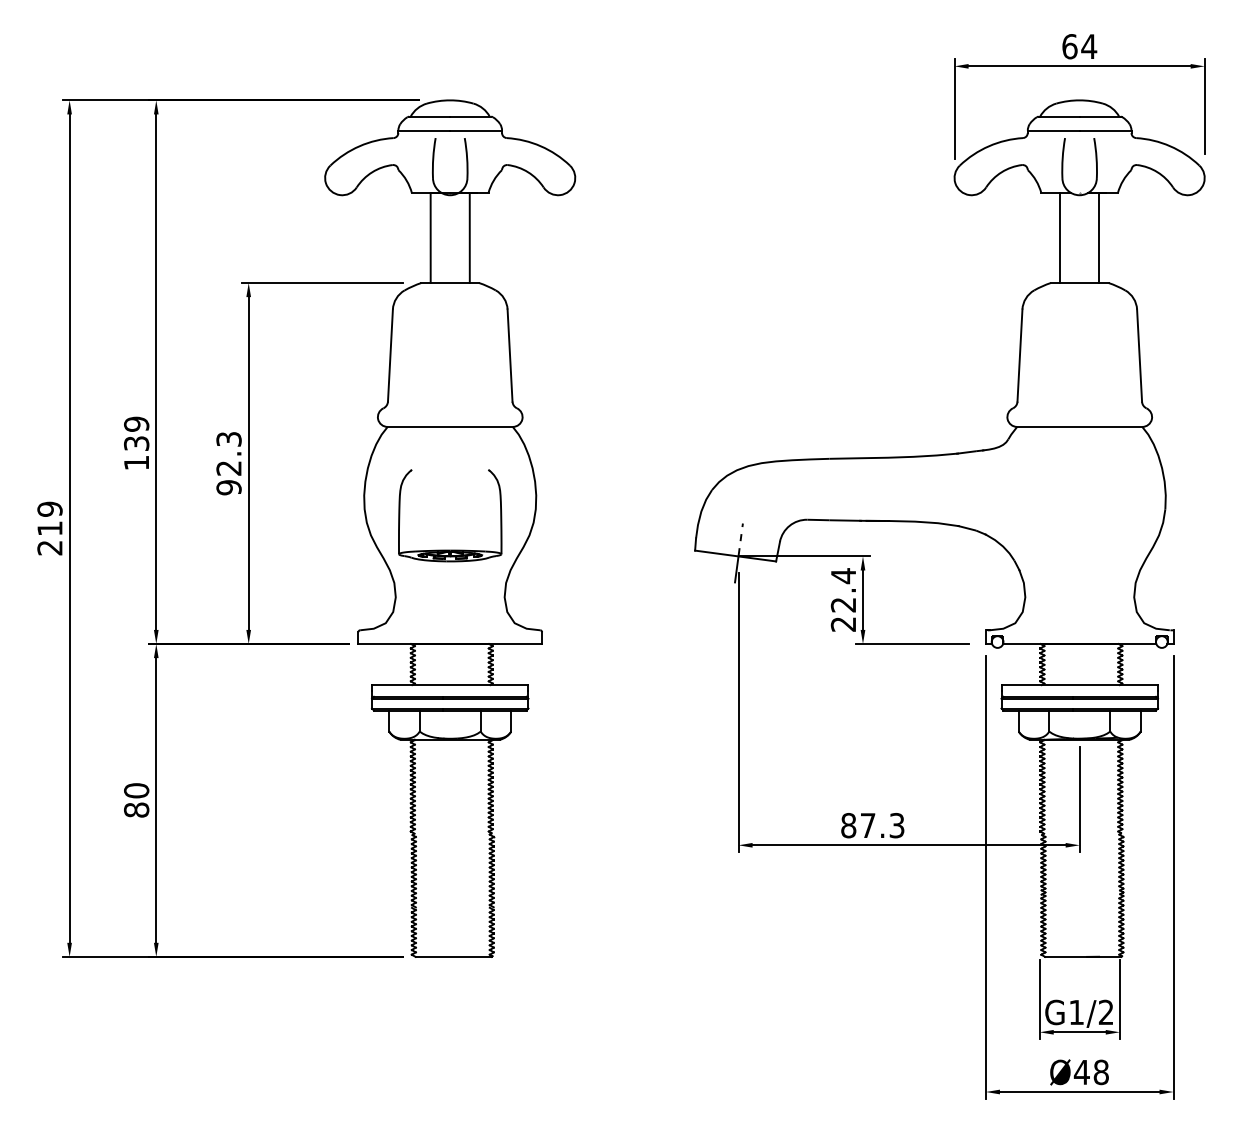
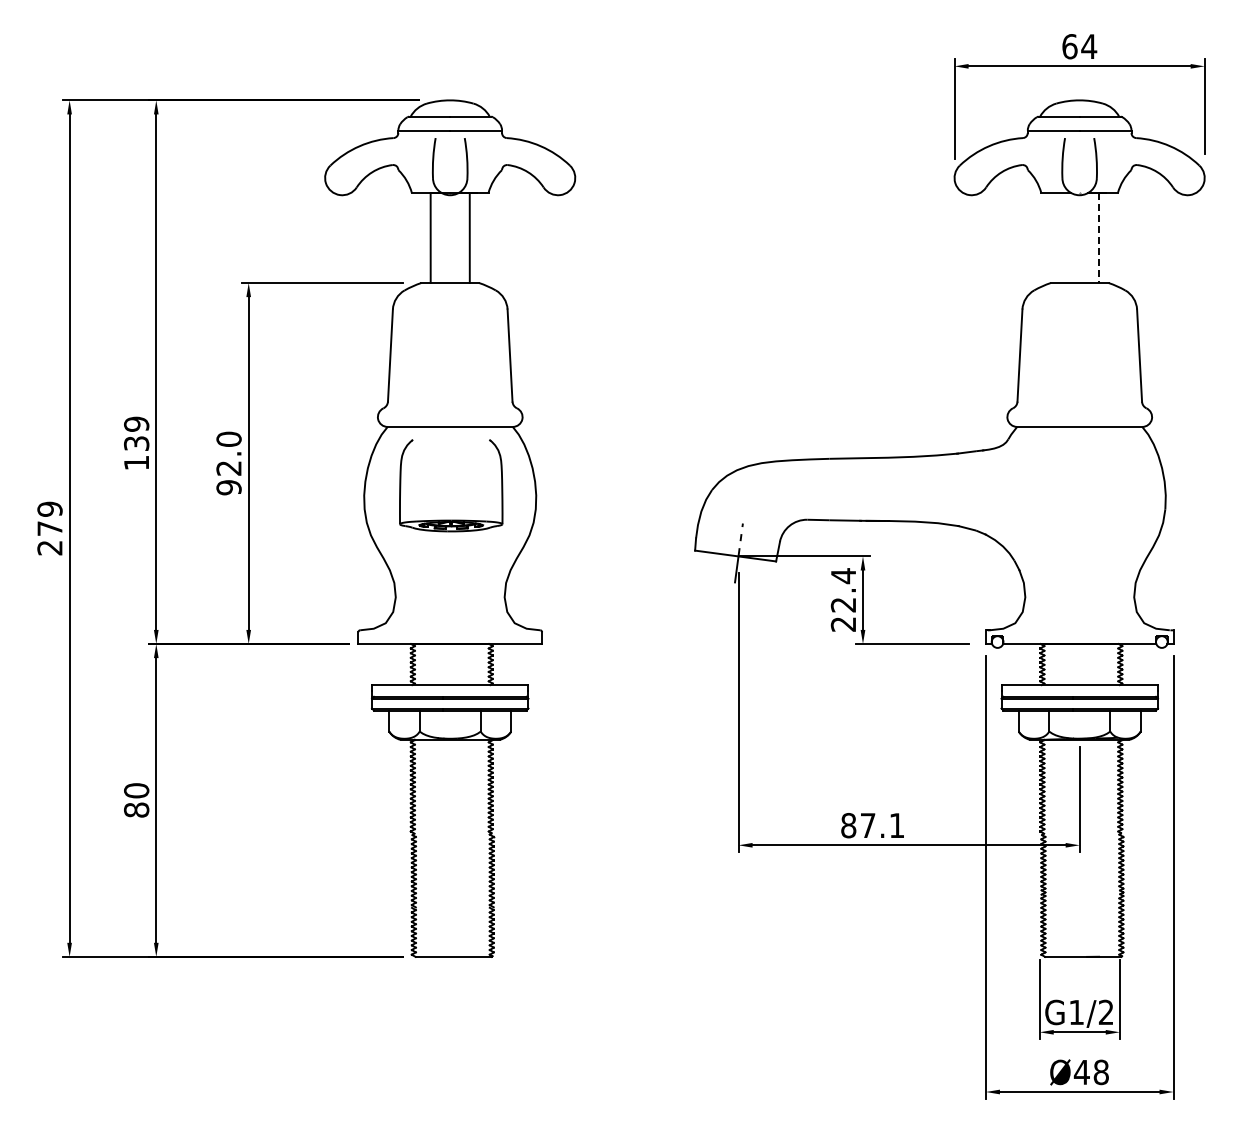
line at (1060, 238): present -> none
line at (1099, 238): solid -> dashed
text at (228, 438): 92.3 -> 92.0
text at (49, 528): 219 -> 279
part at (450, 549) position: (450, 549) -> (451, 519)
text at (896, 825): 87.3 -> 87.1
